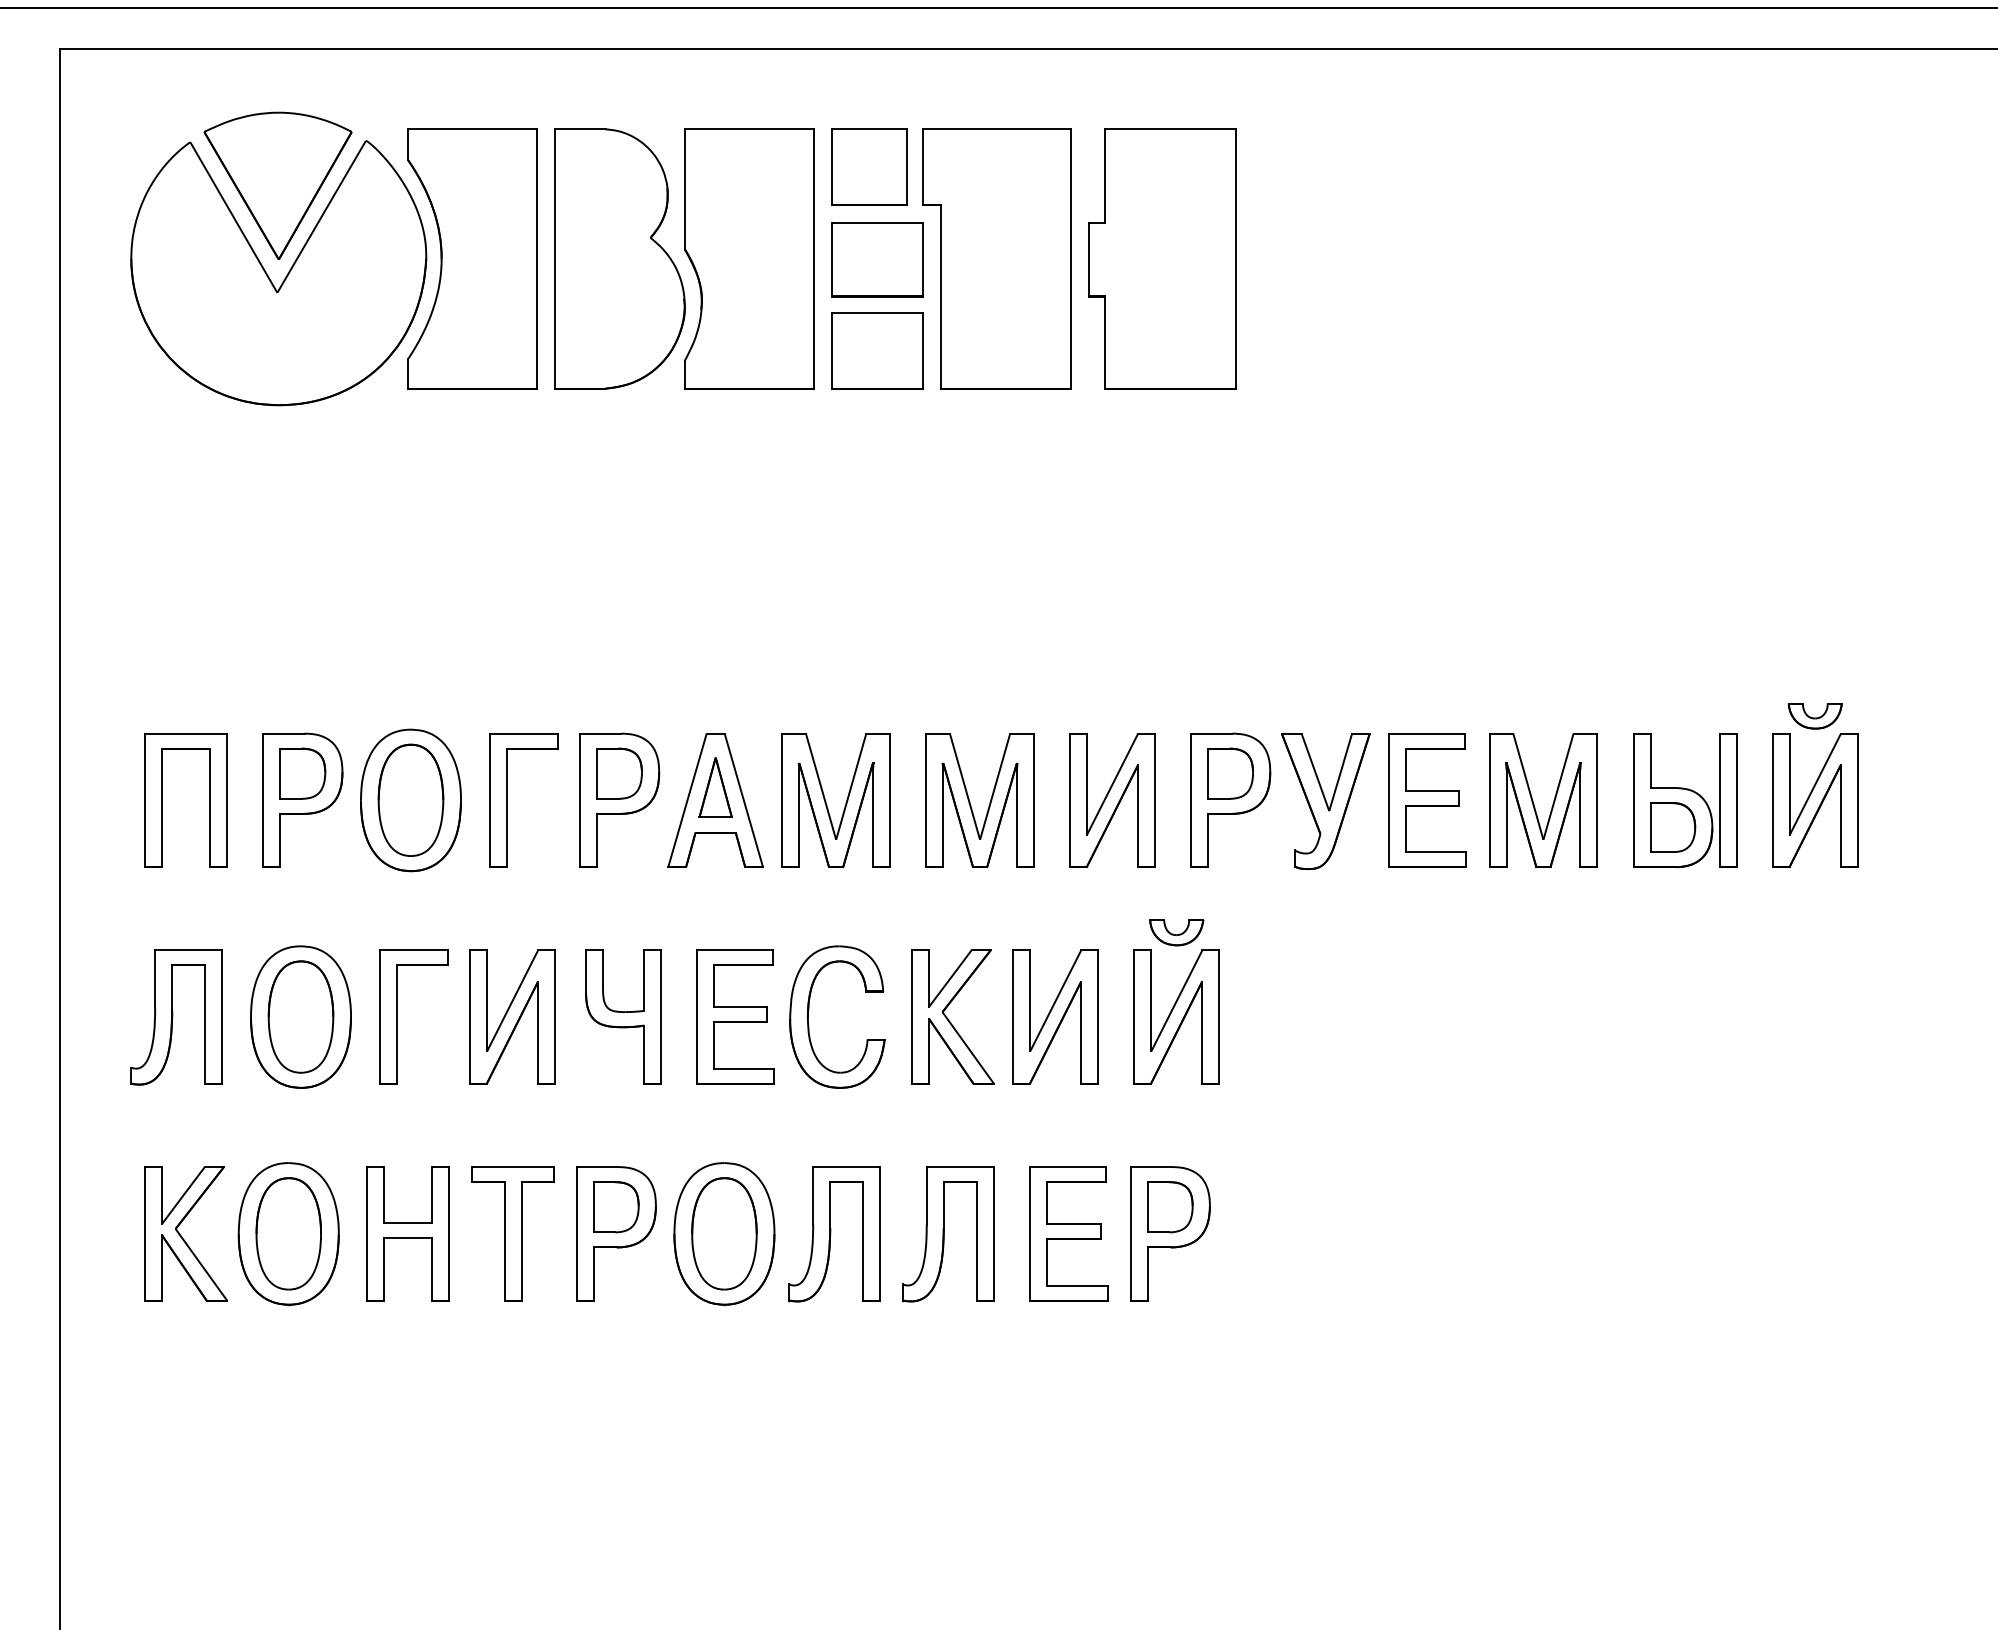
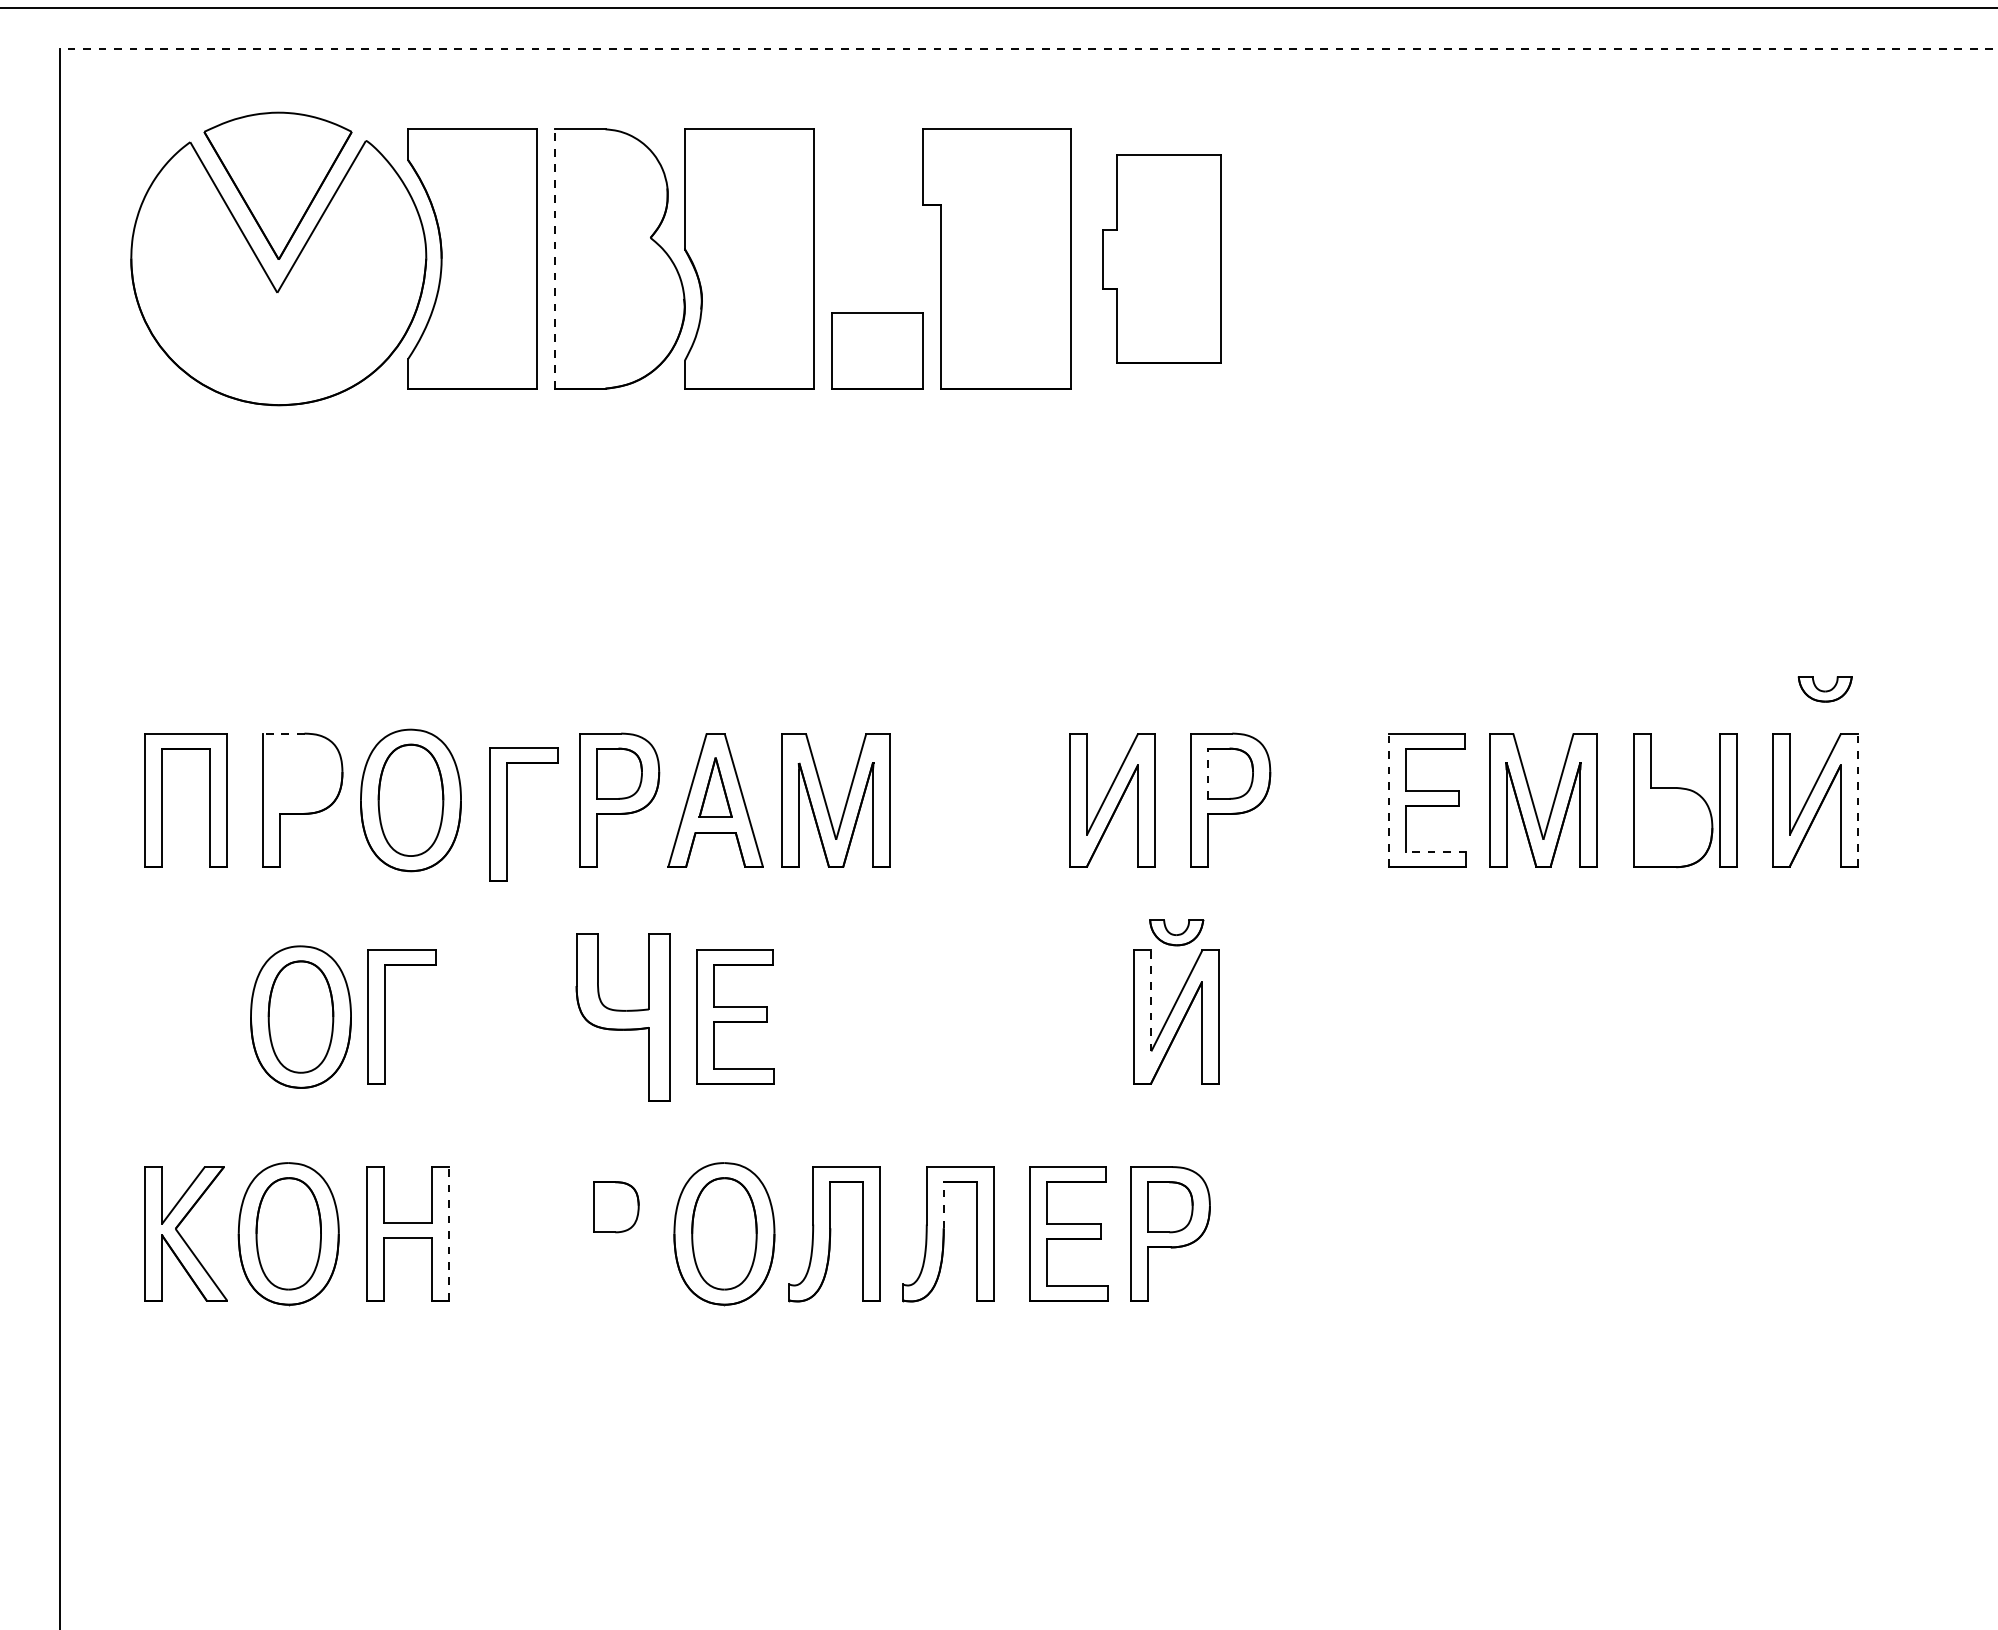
line at (1028, 48): solid -> dashed
part at (869, 166): present -> none
line at (555, 258): solid -> dashed
part at (1162, 258) size: 149x262 px -> 120x210 px
part at (877, 259): present -> none
part at (1814, 716) position: (1814, 716) -> (1824, 689)
line at (283, 733): solid -> dashed
part at (302, 773): present -> none
line at (1208, 773): solid -> dashed
part at (507, 800) position: (507, 800) -> (507, 814)
line at (1389, 800): solid -> dashed
line at (1857, 800): solid -> dashed
part at (970, 801): present -> none
part at (1325, 801): present -> none
part at (1673, 827): present -> none
line at (1435, 852): solid -> dashed
line at (1151, 1000): solid -> dashed
part at (809, 1010): present -> none
part at (397, 1016) position: (397, 1016) -> (385, 1016)
part at (512, 1016): present -> none
part at (623, 1016) size: 77x136 px -> 96x169 px
part at (952, 1016): present -> none
part at (1055, 1016): present -> none
part at (176, 1017): present -> none
line at (943, 1204): solid -> dashed
line at (449, 1233): solid -> dashed
part at (512, 1233): present -> none
part at (616, 1233): present -> none
